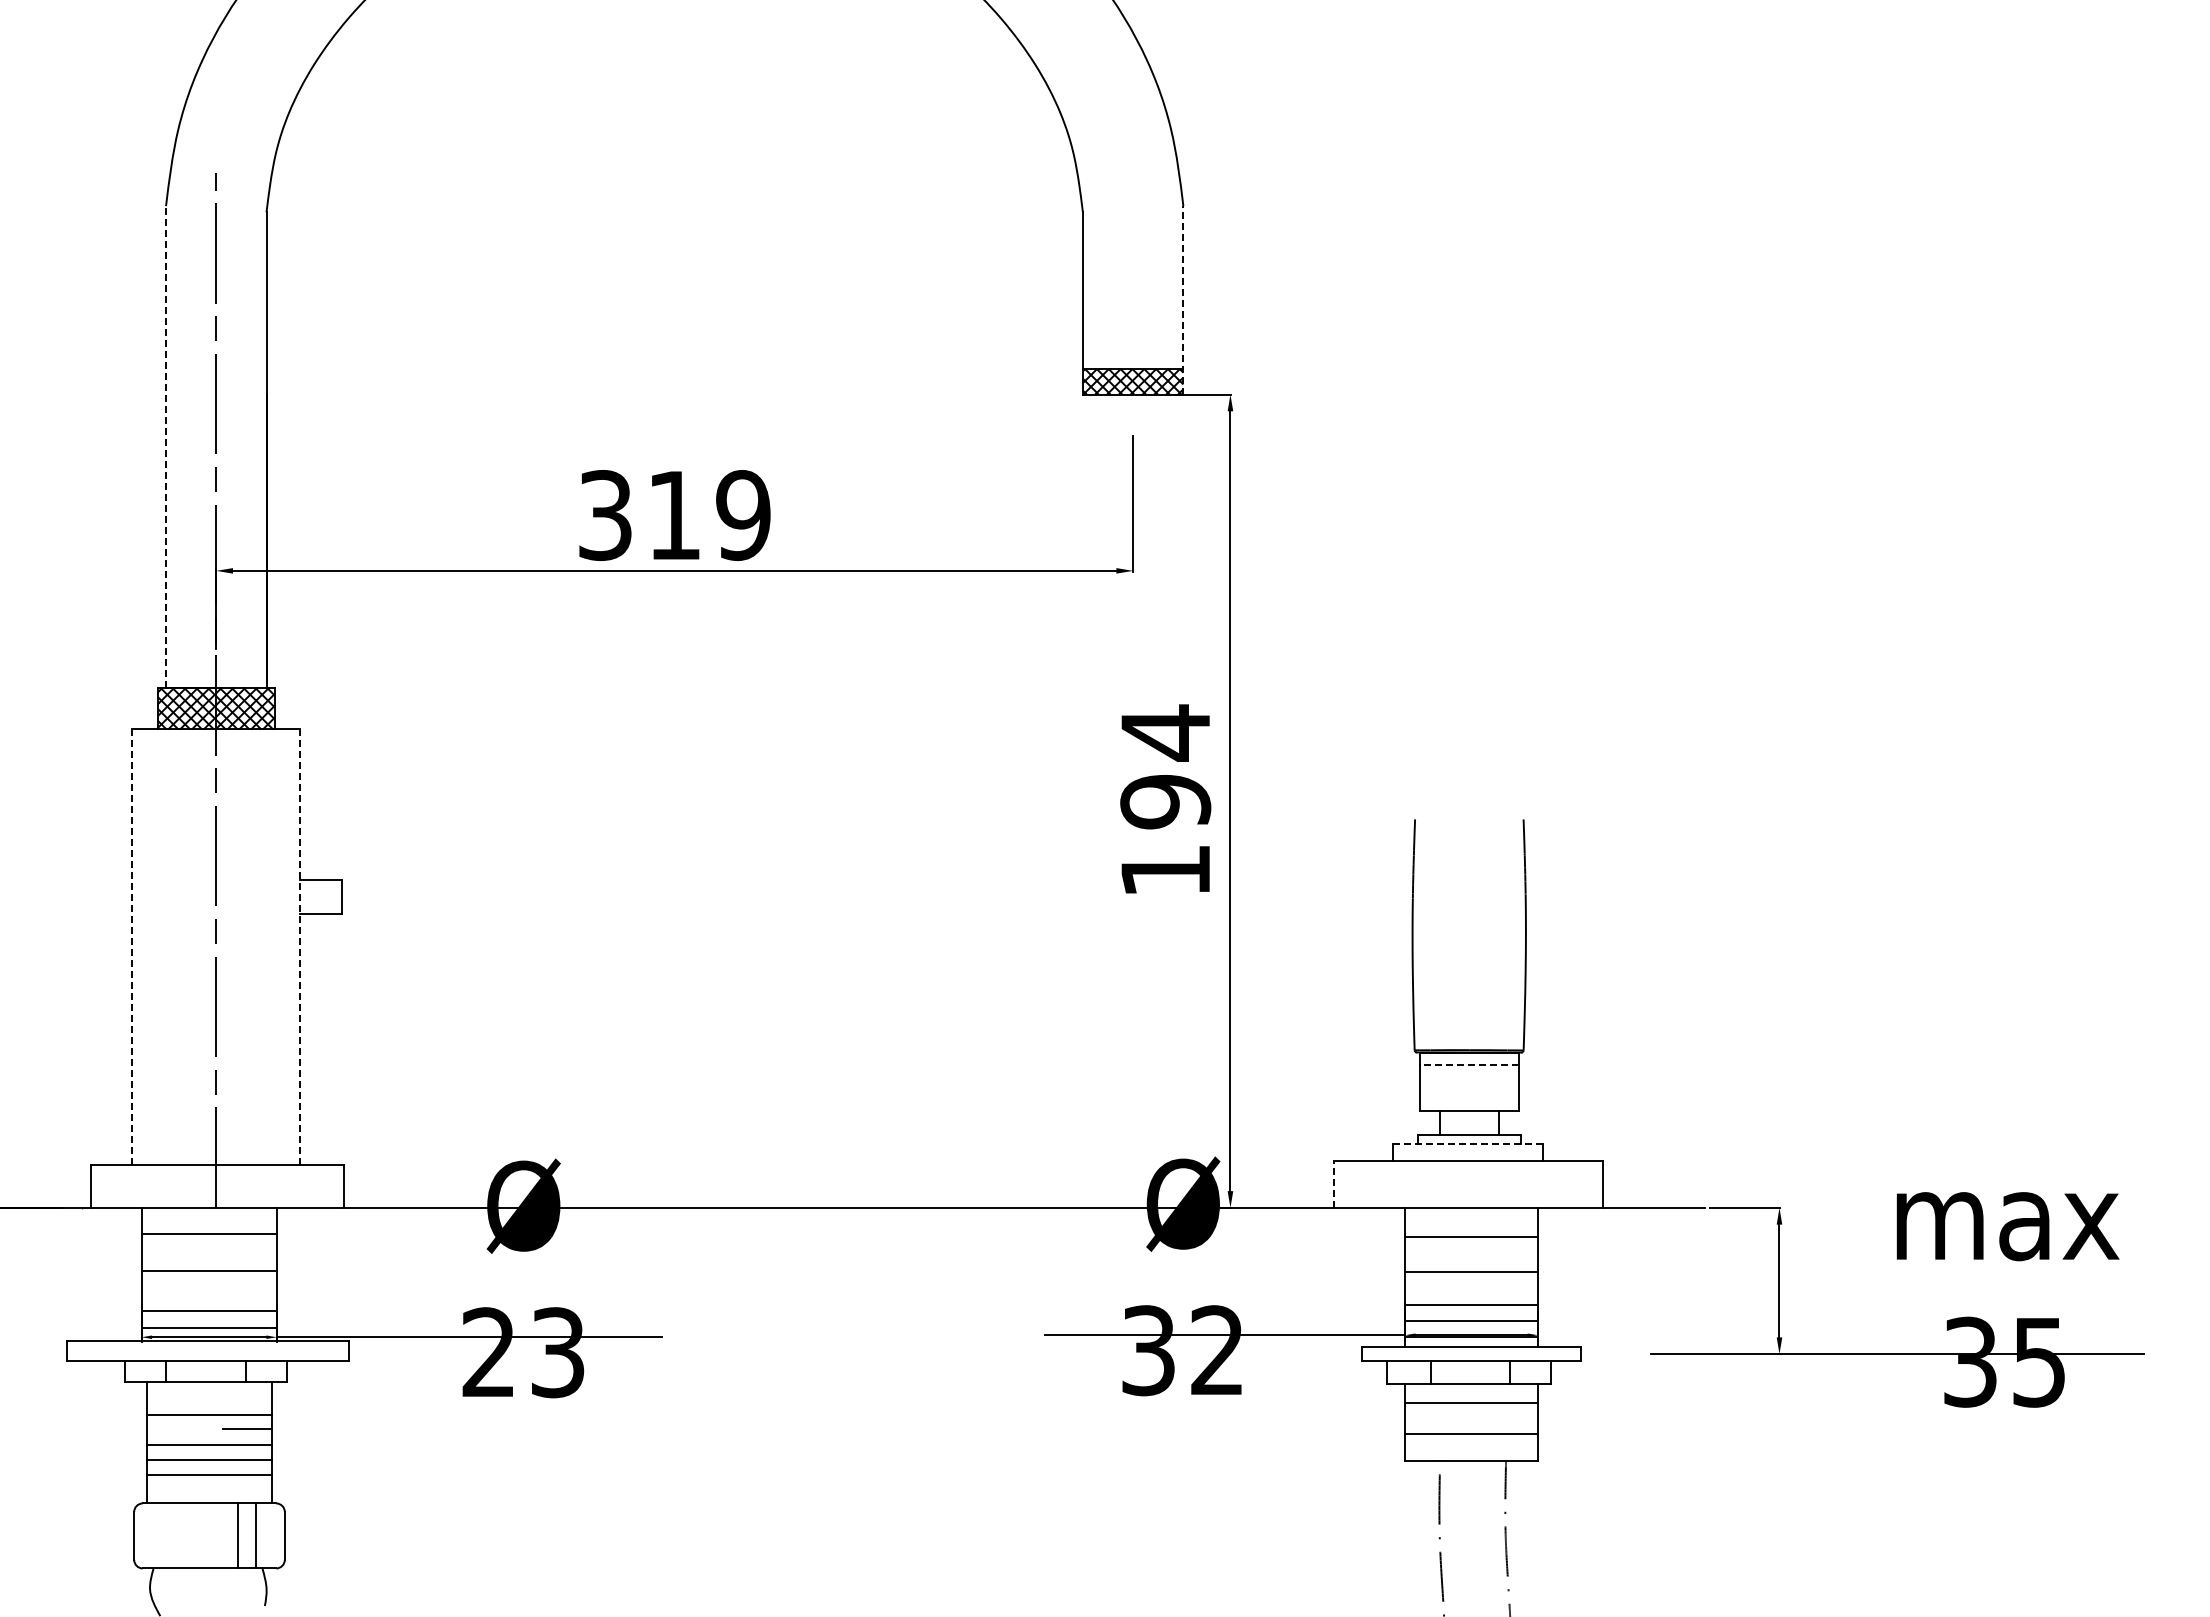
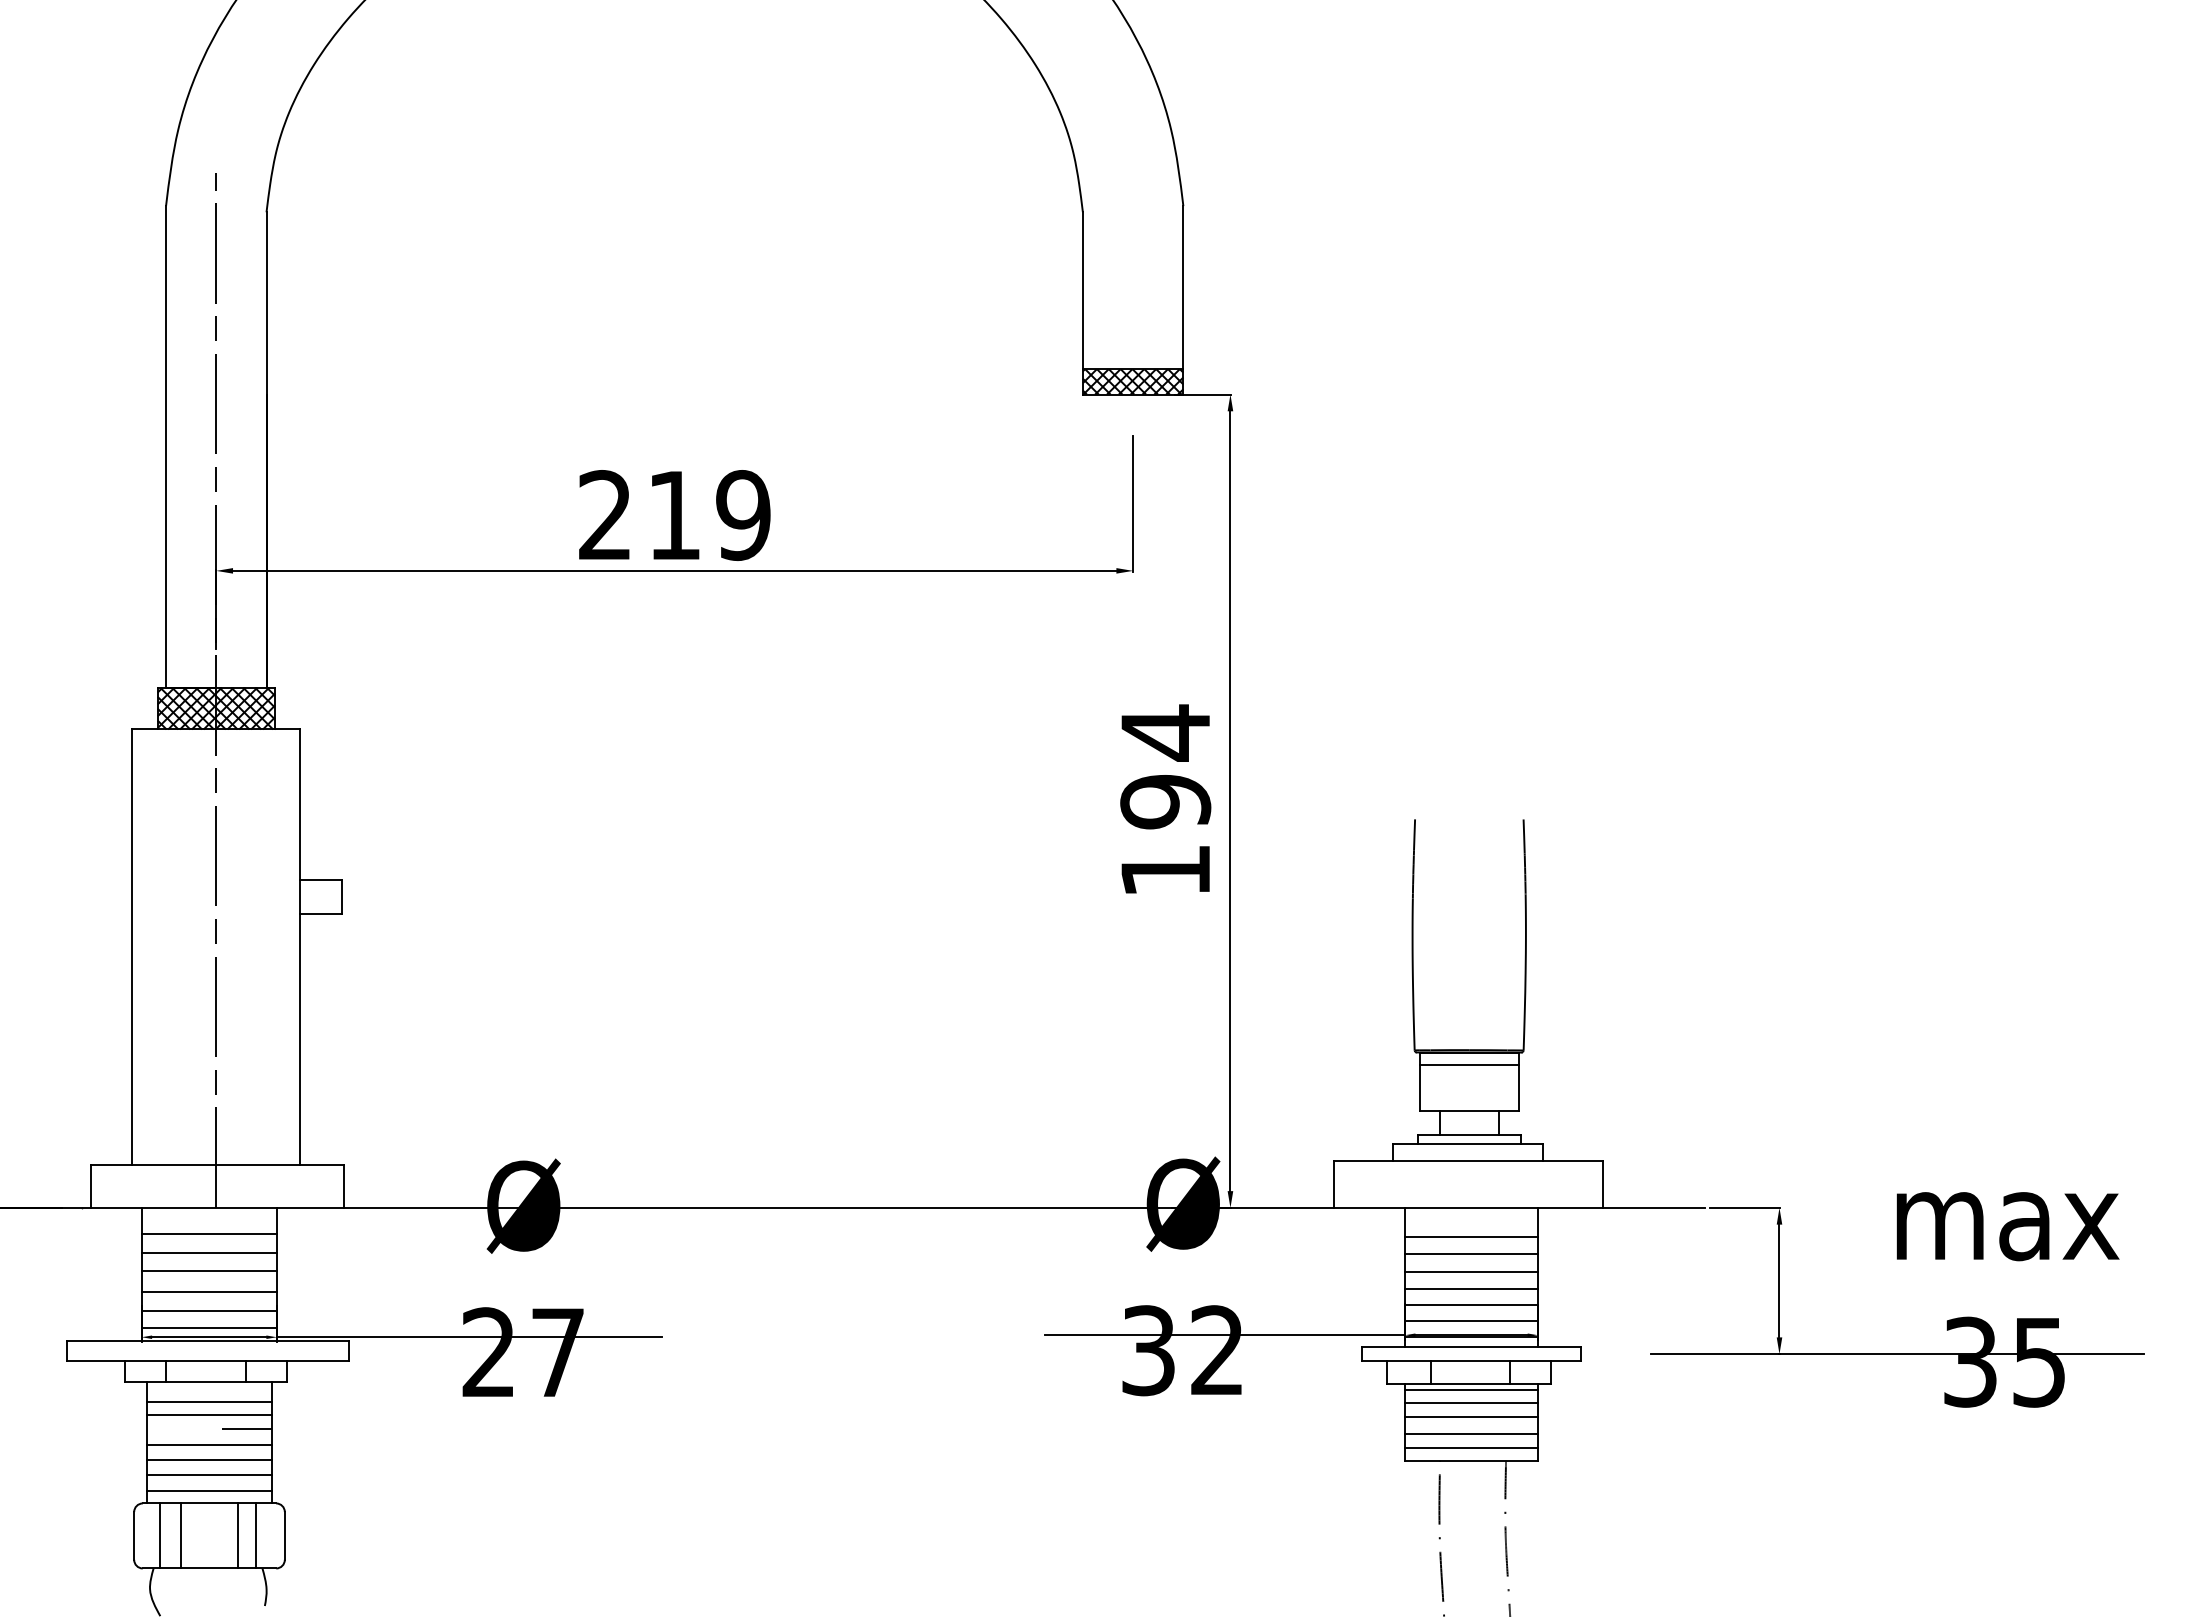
line at (1183, 299): dashed -> solid
line at (166, 446): dashed -> solid
text at (605, 515): 319 -> 219
line at (132, 947): dashed -> solid
line at (300, 947): dashed -> solid
line at (1468, 1065): dashed -> solid
line at (1468, 1143): dashed -> solid
line at (1333, 1183): dashed -> solid
line at (208, 1252): none -> present
line at (1471, 1253): none -> present
line at (1471, 1289): none -> present
line at (208, 1291): none -> present
text at (558, 1352): 23 -> 27
line at (1471, 1389): none -> present
line at (209, 1402): none -> present
line at (1471, 1417): none -> present
line at (1471, 1447): none -> present
line at (209, 1490): none -> present
line at (160, 1535): none -> present
line at (180, 1535): none -> present
